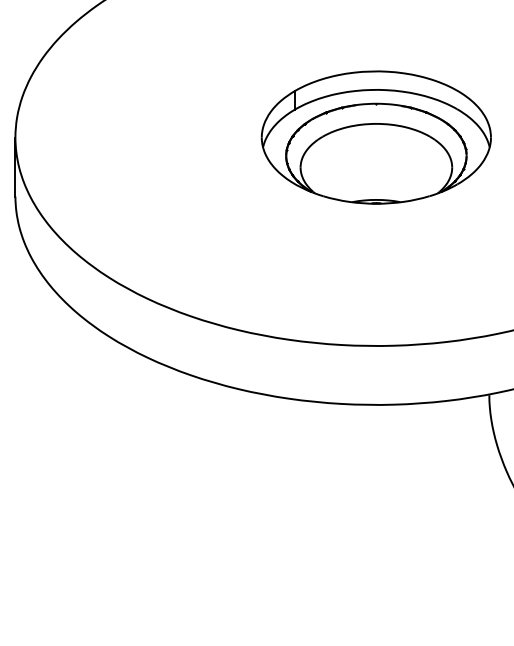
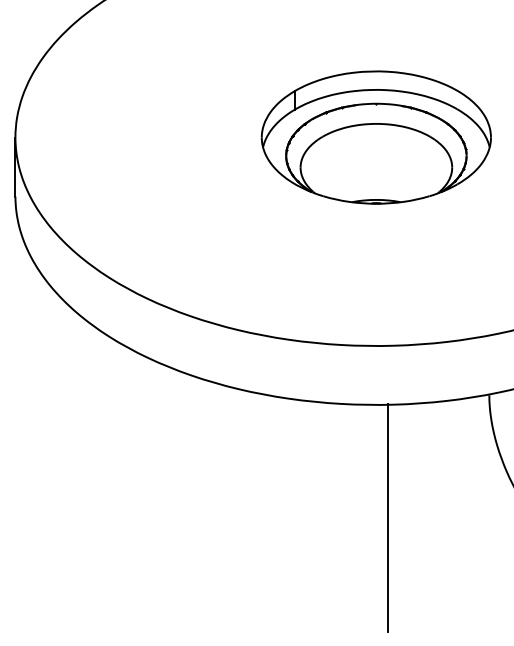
line at (388, 517): none -> present
